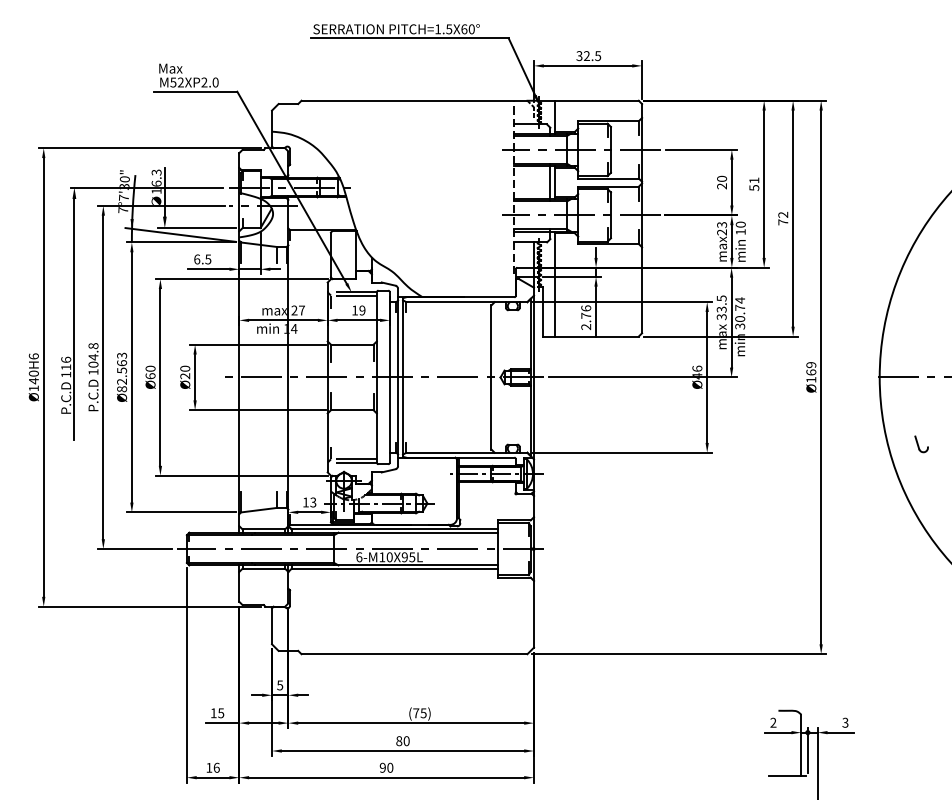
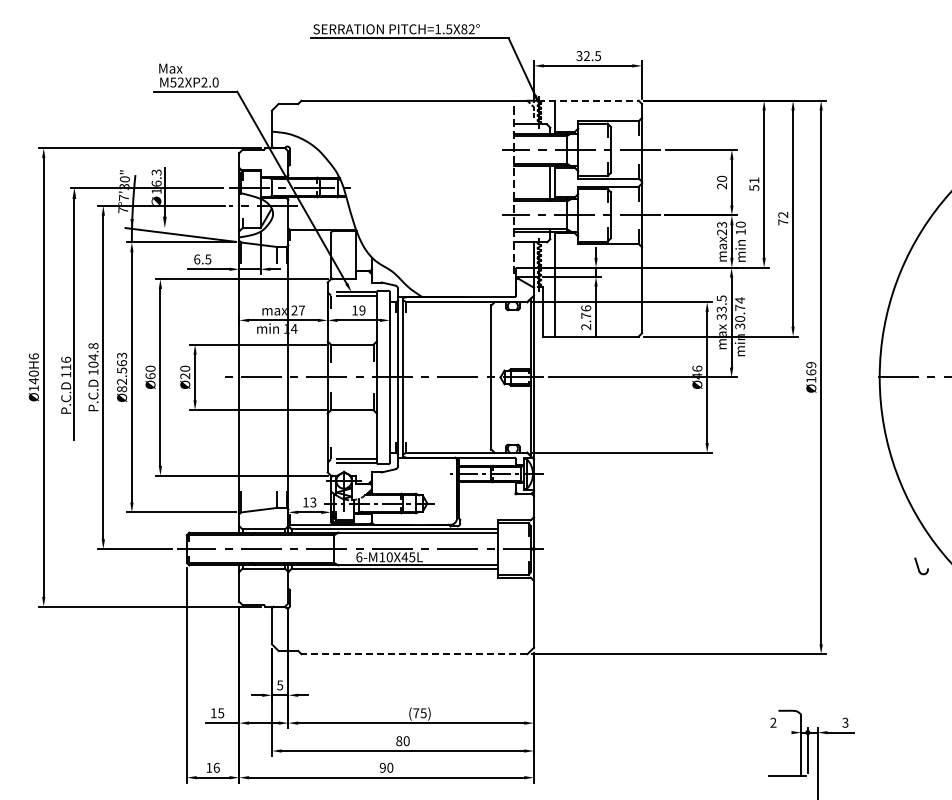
text at (467, 29): PITCH=1.5X60° -> PITCH=1.5X82°
line at (589, 100): solid -> dashed
line at (197, 228): present -> none
part at (921, 444) position: (921, 444) -> (921, 566)
text at (404, 557): 6-M10X95L -> 6-M10X45L
line at (414, 654): solid -> dashed
line at (778, 732): present -> none
